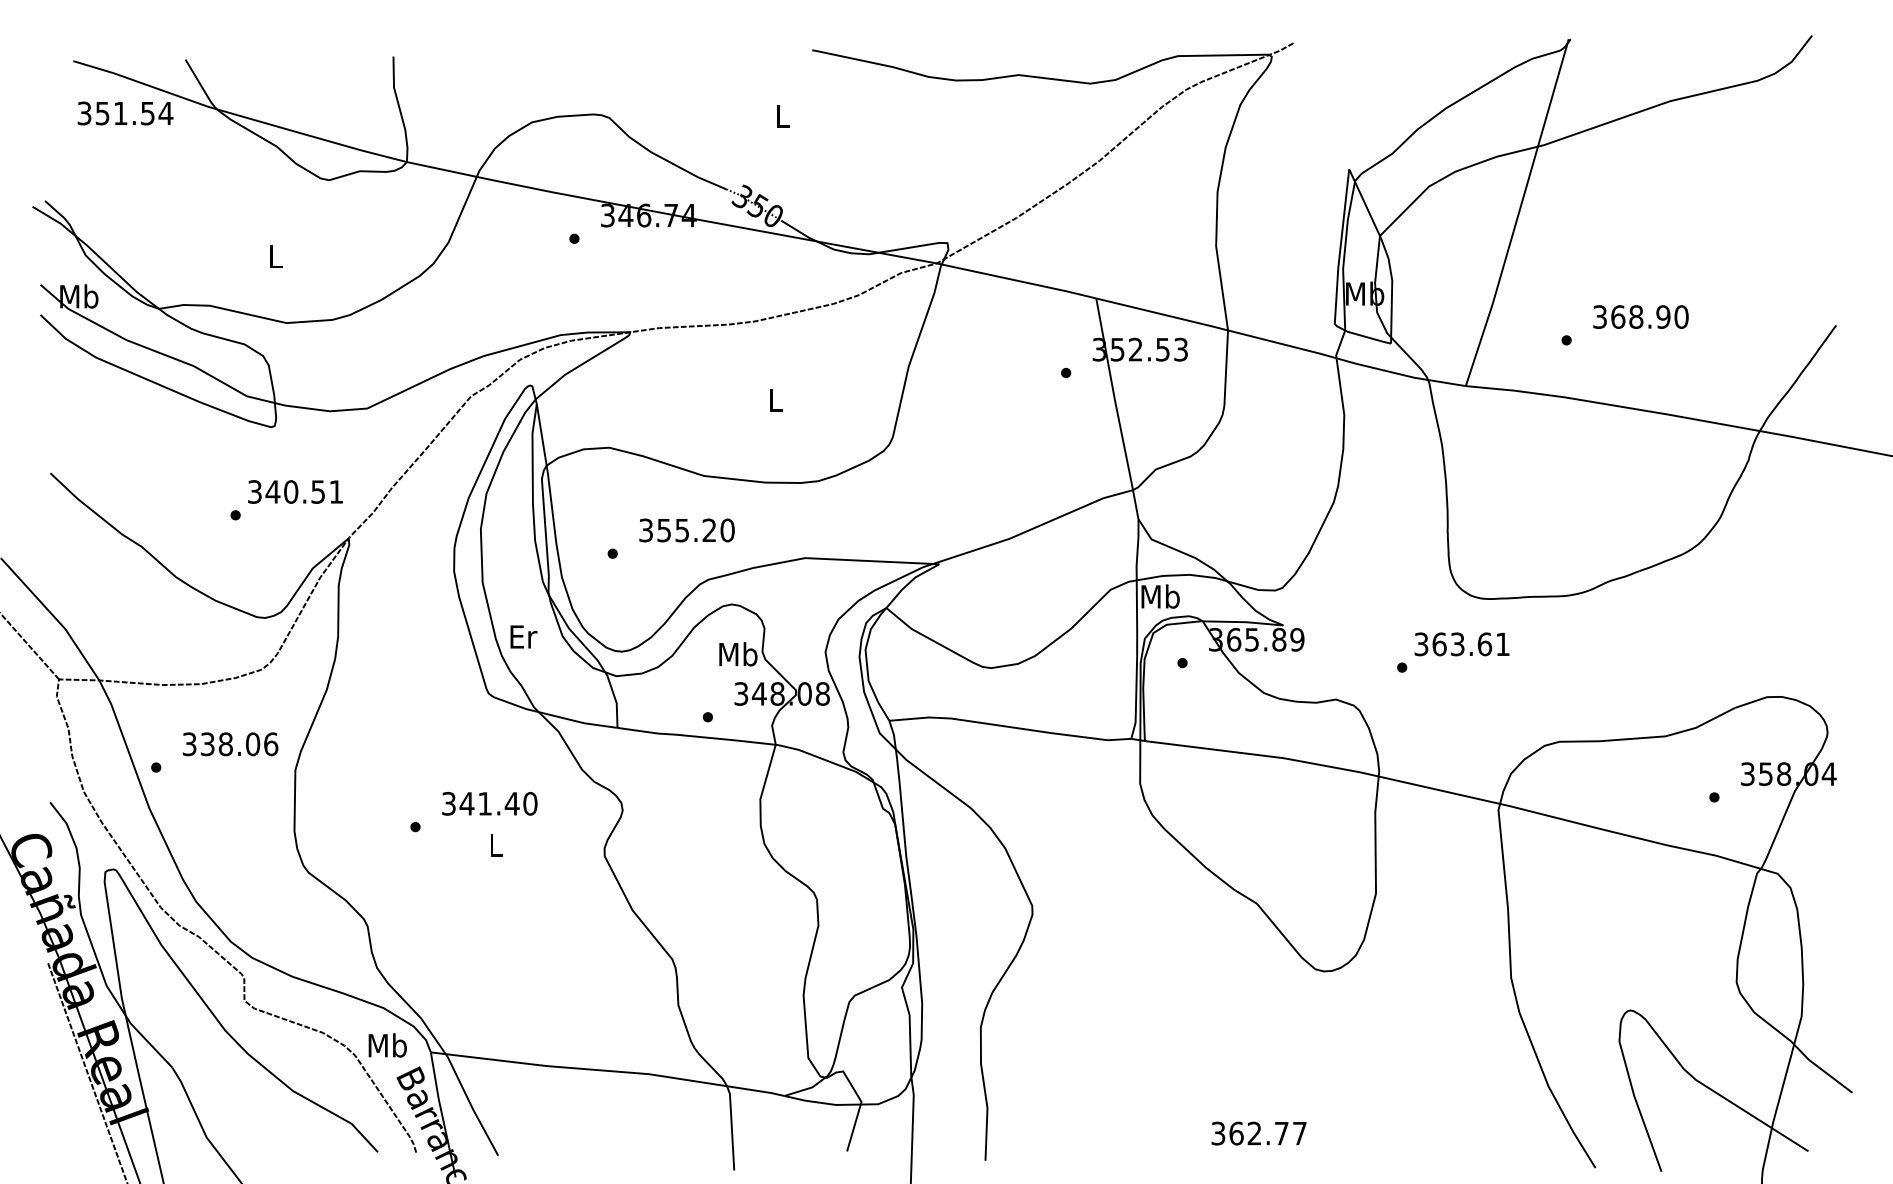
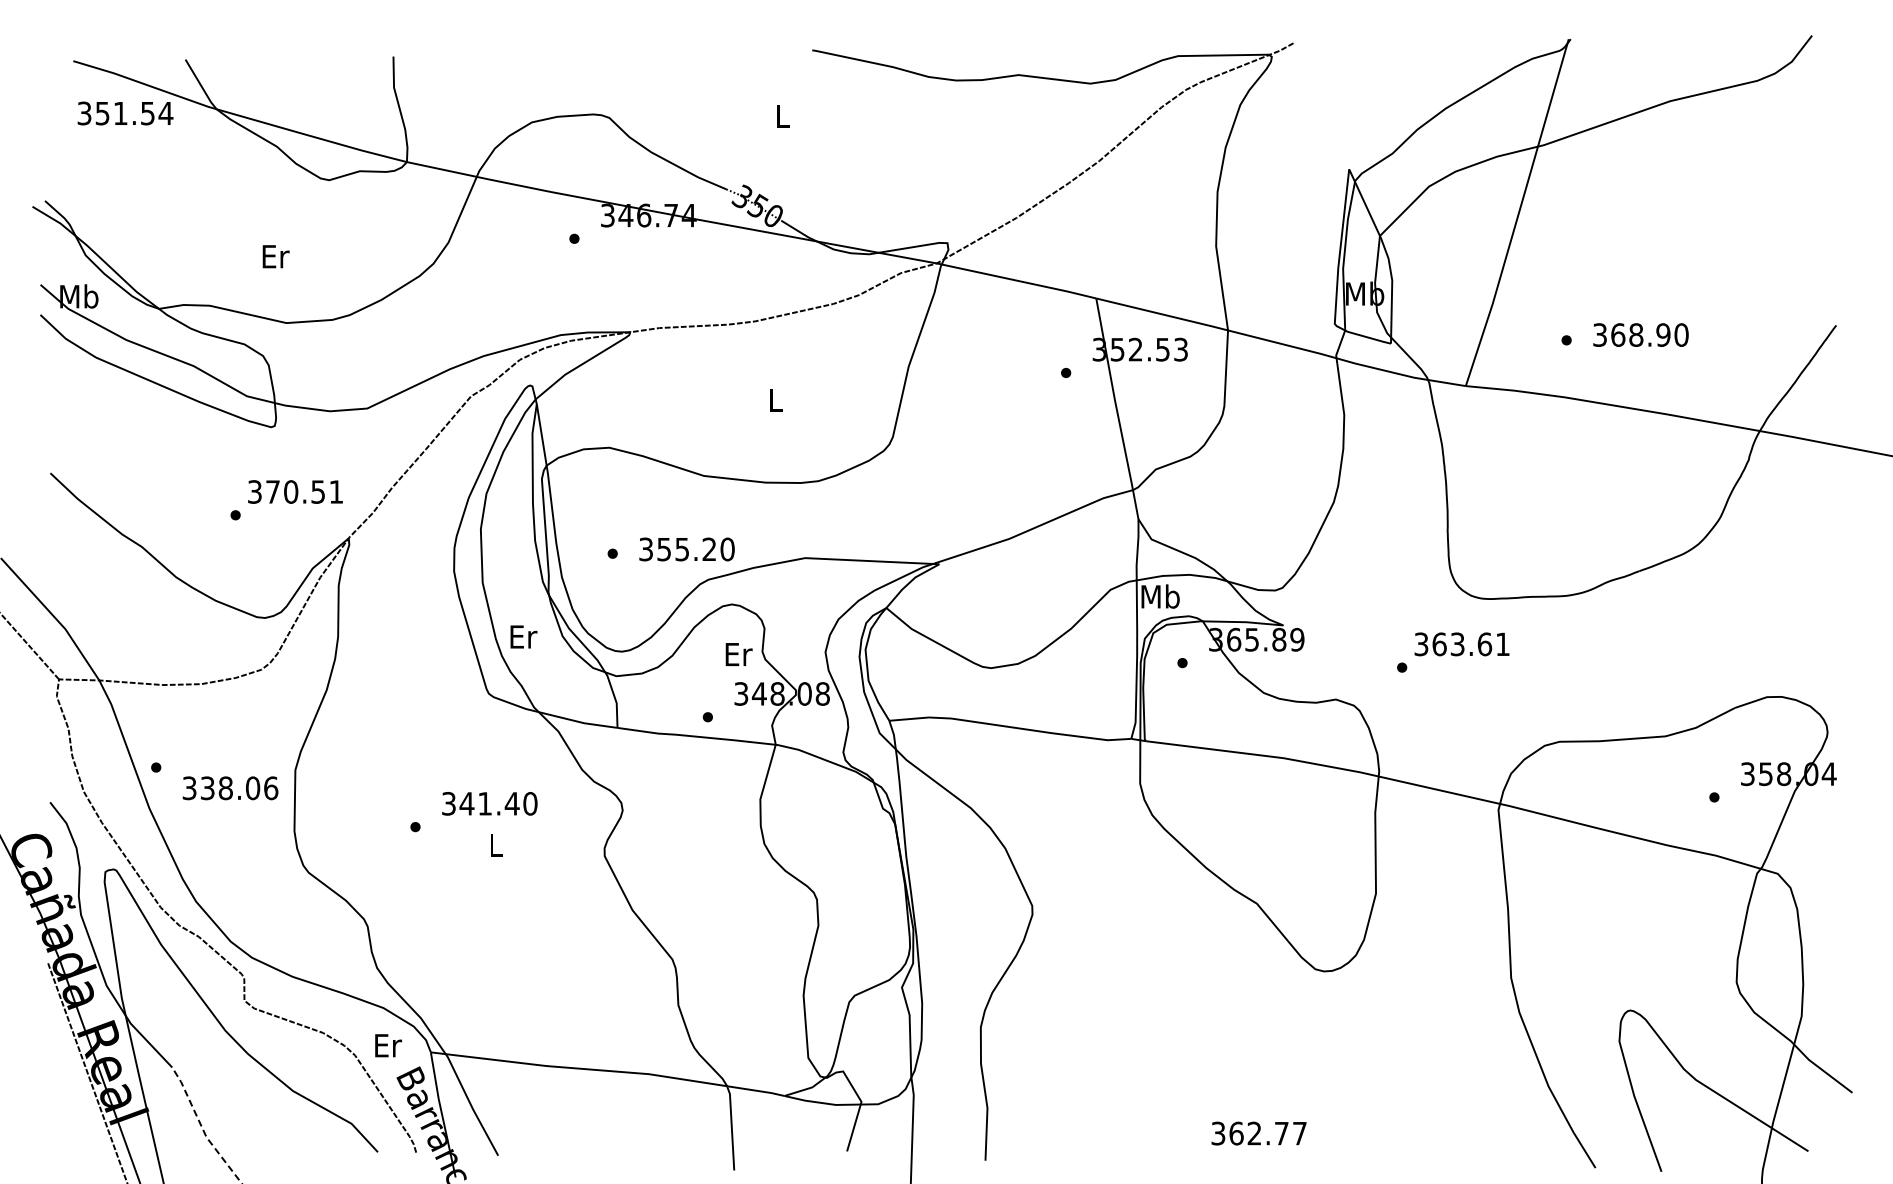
text at (275, 256): L -> Er
text at (1640, 316) position: (1640, 316) -> (1640, 334)
text at (272, 491): 340.51 -> 370.51
text at (686, 530) position: (686, 530) -> (686, 549)
text at (738, 654): Mb -> Er
text at (230, 744) position: (230, 744) -> (230, 788)
text at (387, 1045): Mb -> Er
line at (202, 1127): solid -> dashed
